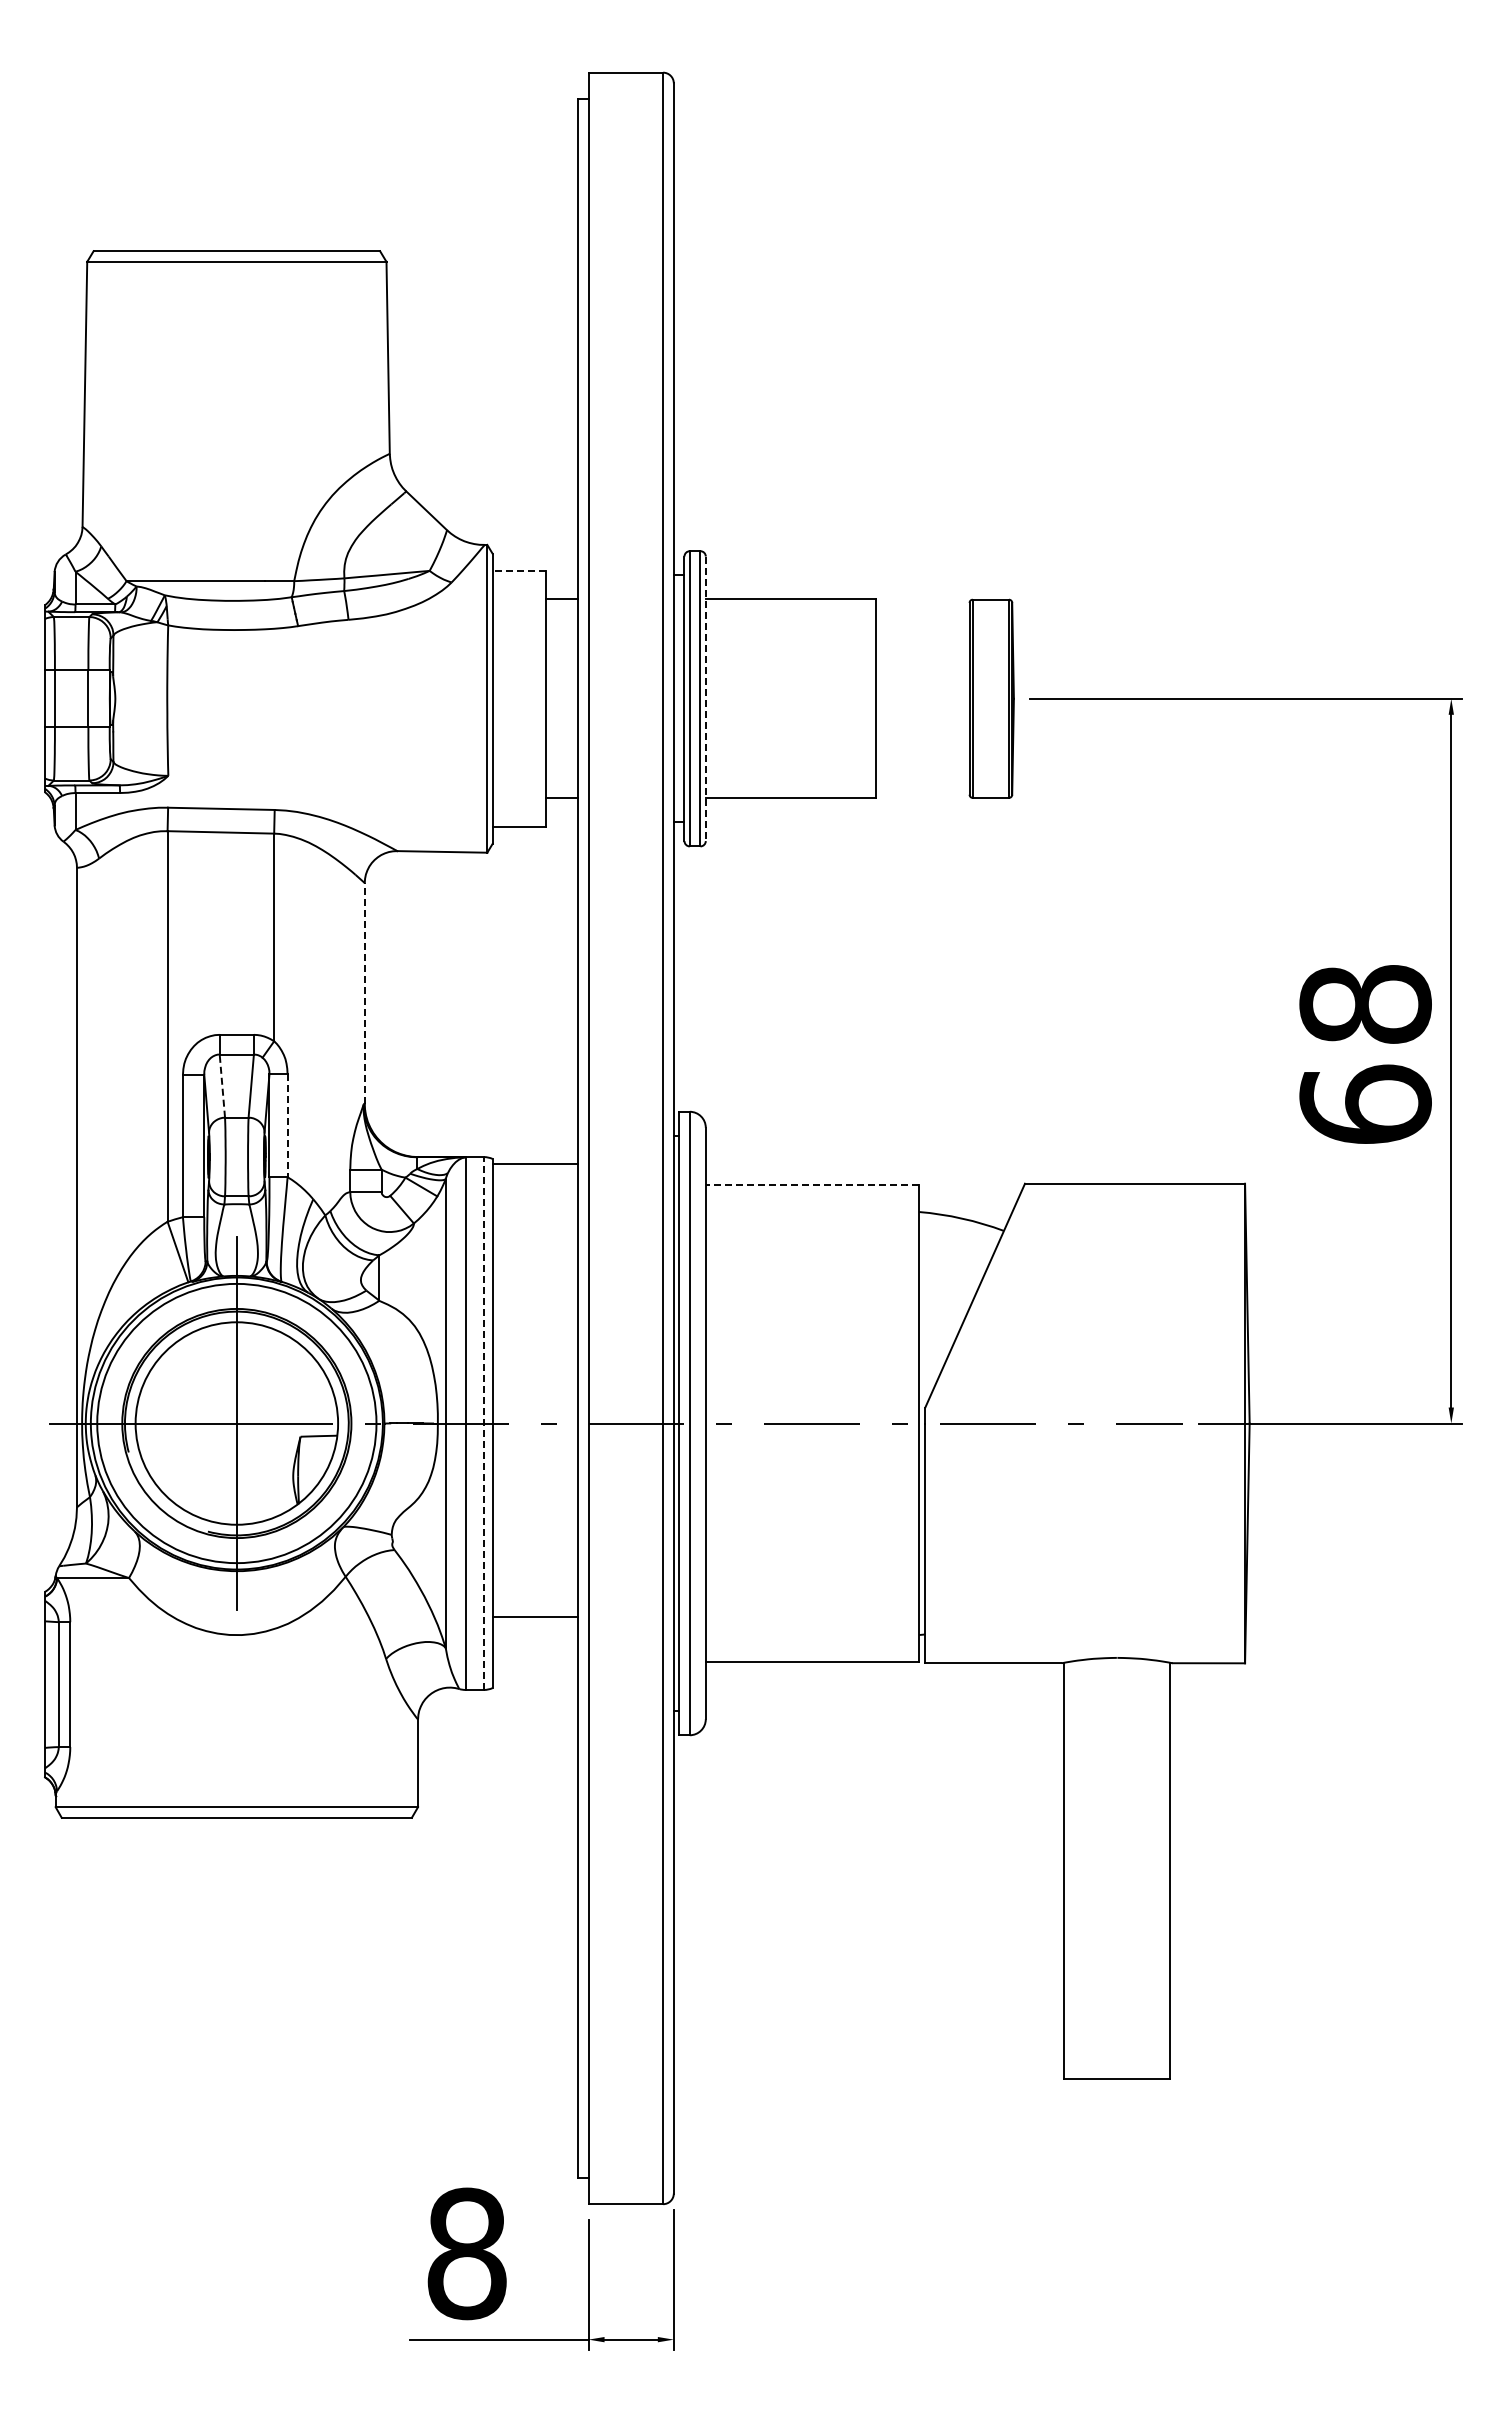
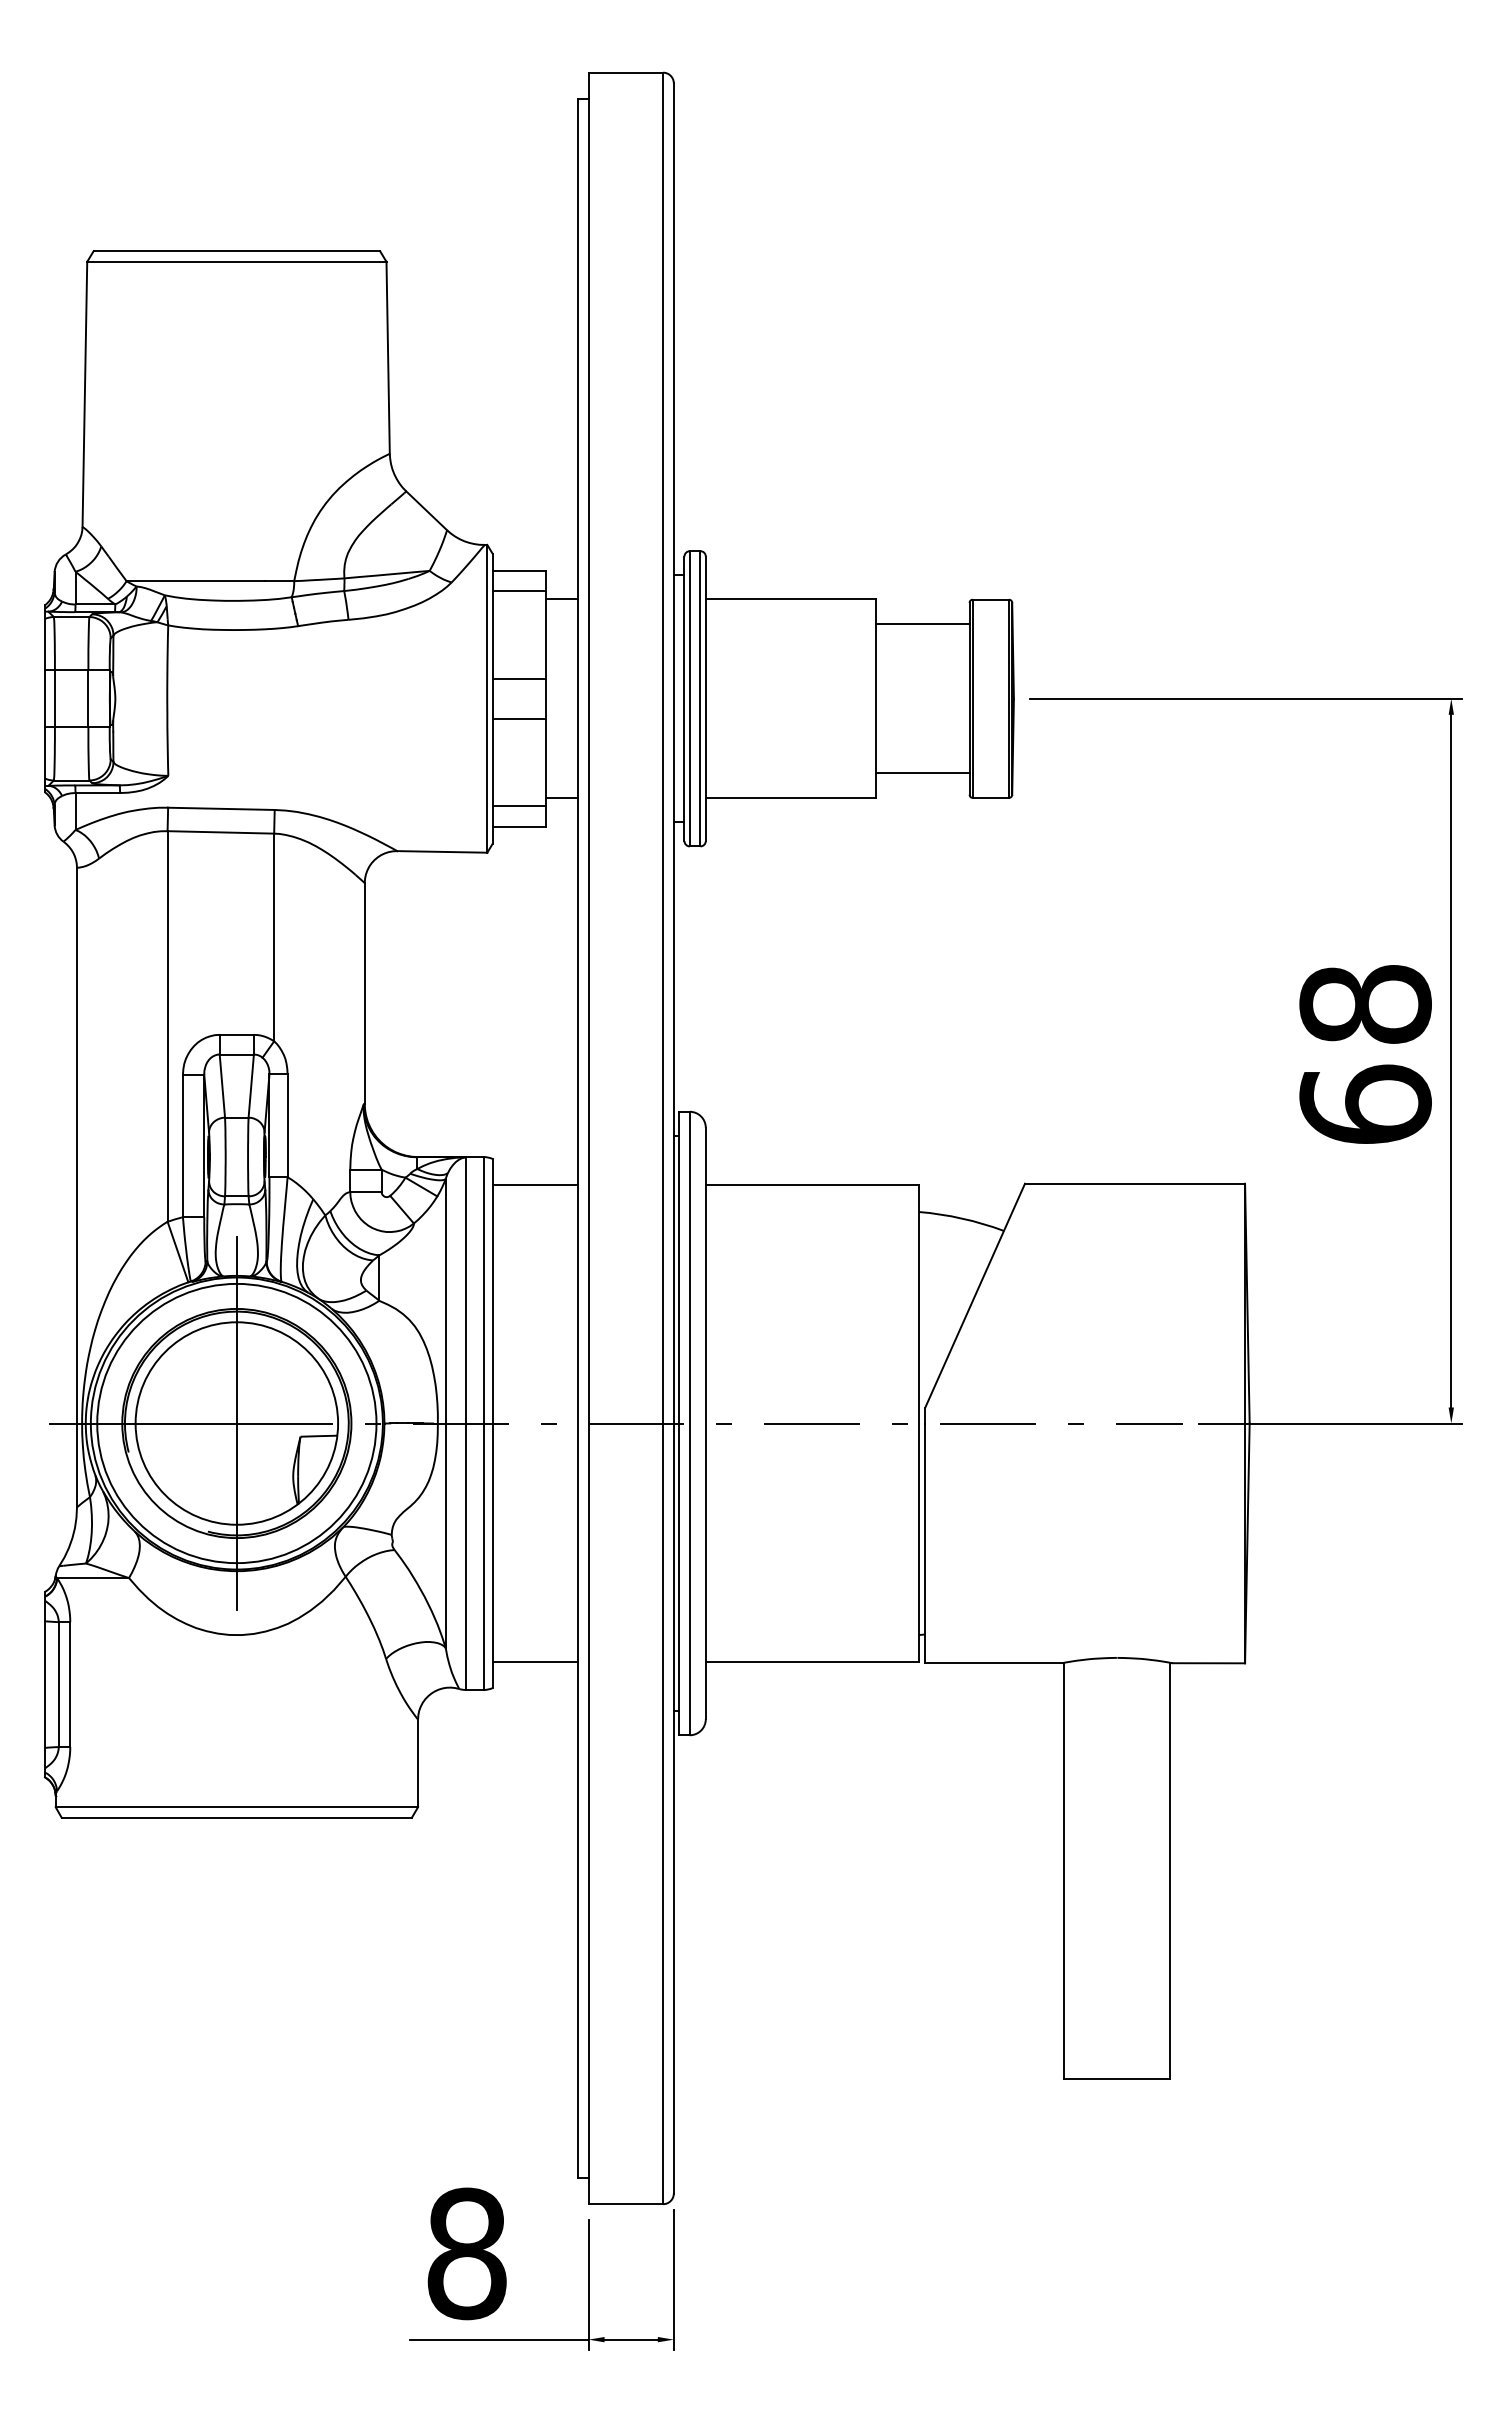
line at (519, 570): dashed -> solid
line at (518, 591): none -> present
line at (922, 624): none -> present
line at (518, 678): none -> present
line at (705, 699): dashed -> solid
line at (518, 719): none -> present
line at (922, 773): none -> present
line at (518, 806): none -> present
line at (364, 992): dashed -> solid
line at (222, 1086): dashed -> solid
line at (287, 1125): dashed -> solid
line at (534, 1163) position: (534, 1163) -> (534, 1184)
line at (812, 1184): dashed -> solid
line at (483, 1423): dashed -> solid
line at (534, 1617) position: (534, 1617) -> (534, 1662)
